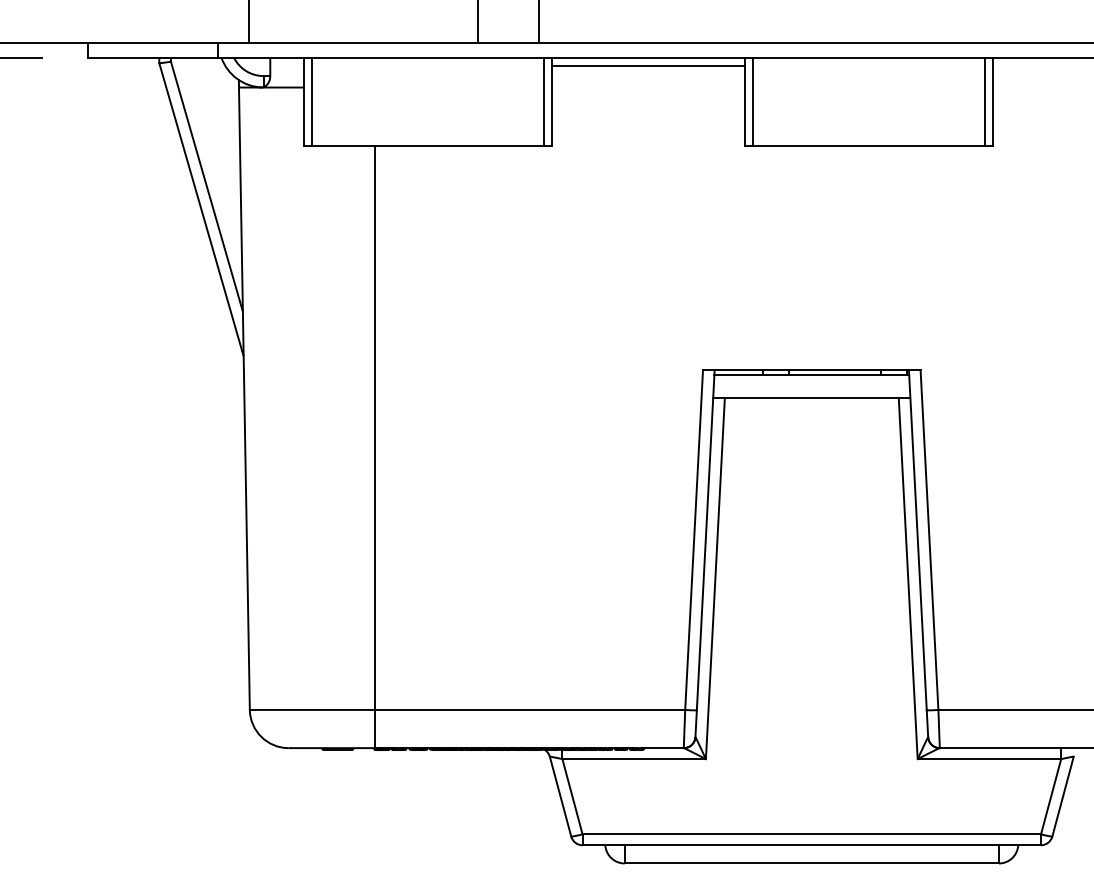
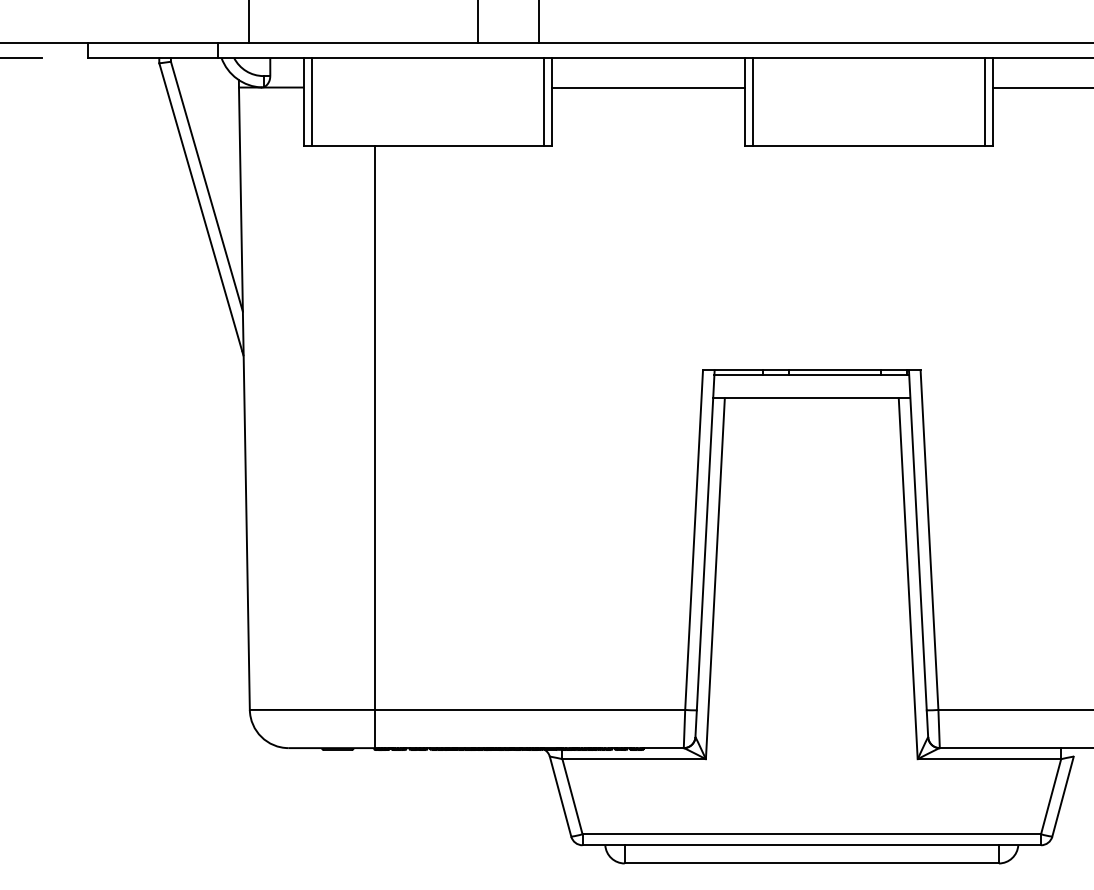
line at (648, 65) position: (648, 65) -> (648, 87)
line at (1041, 87): none -> present
